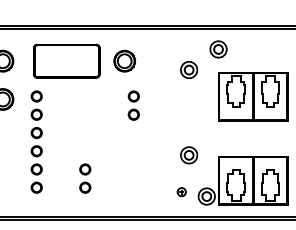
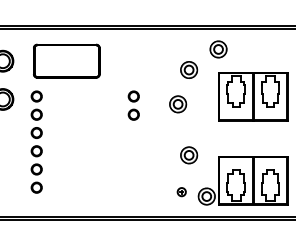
part at (124, 60): present -> none
part at (178, 104): none -> present
part at (85, 178): present -> none
